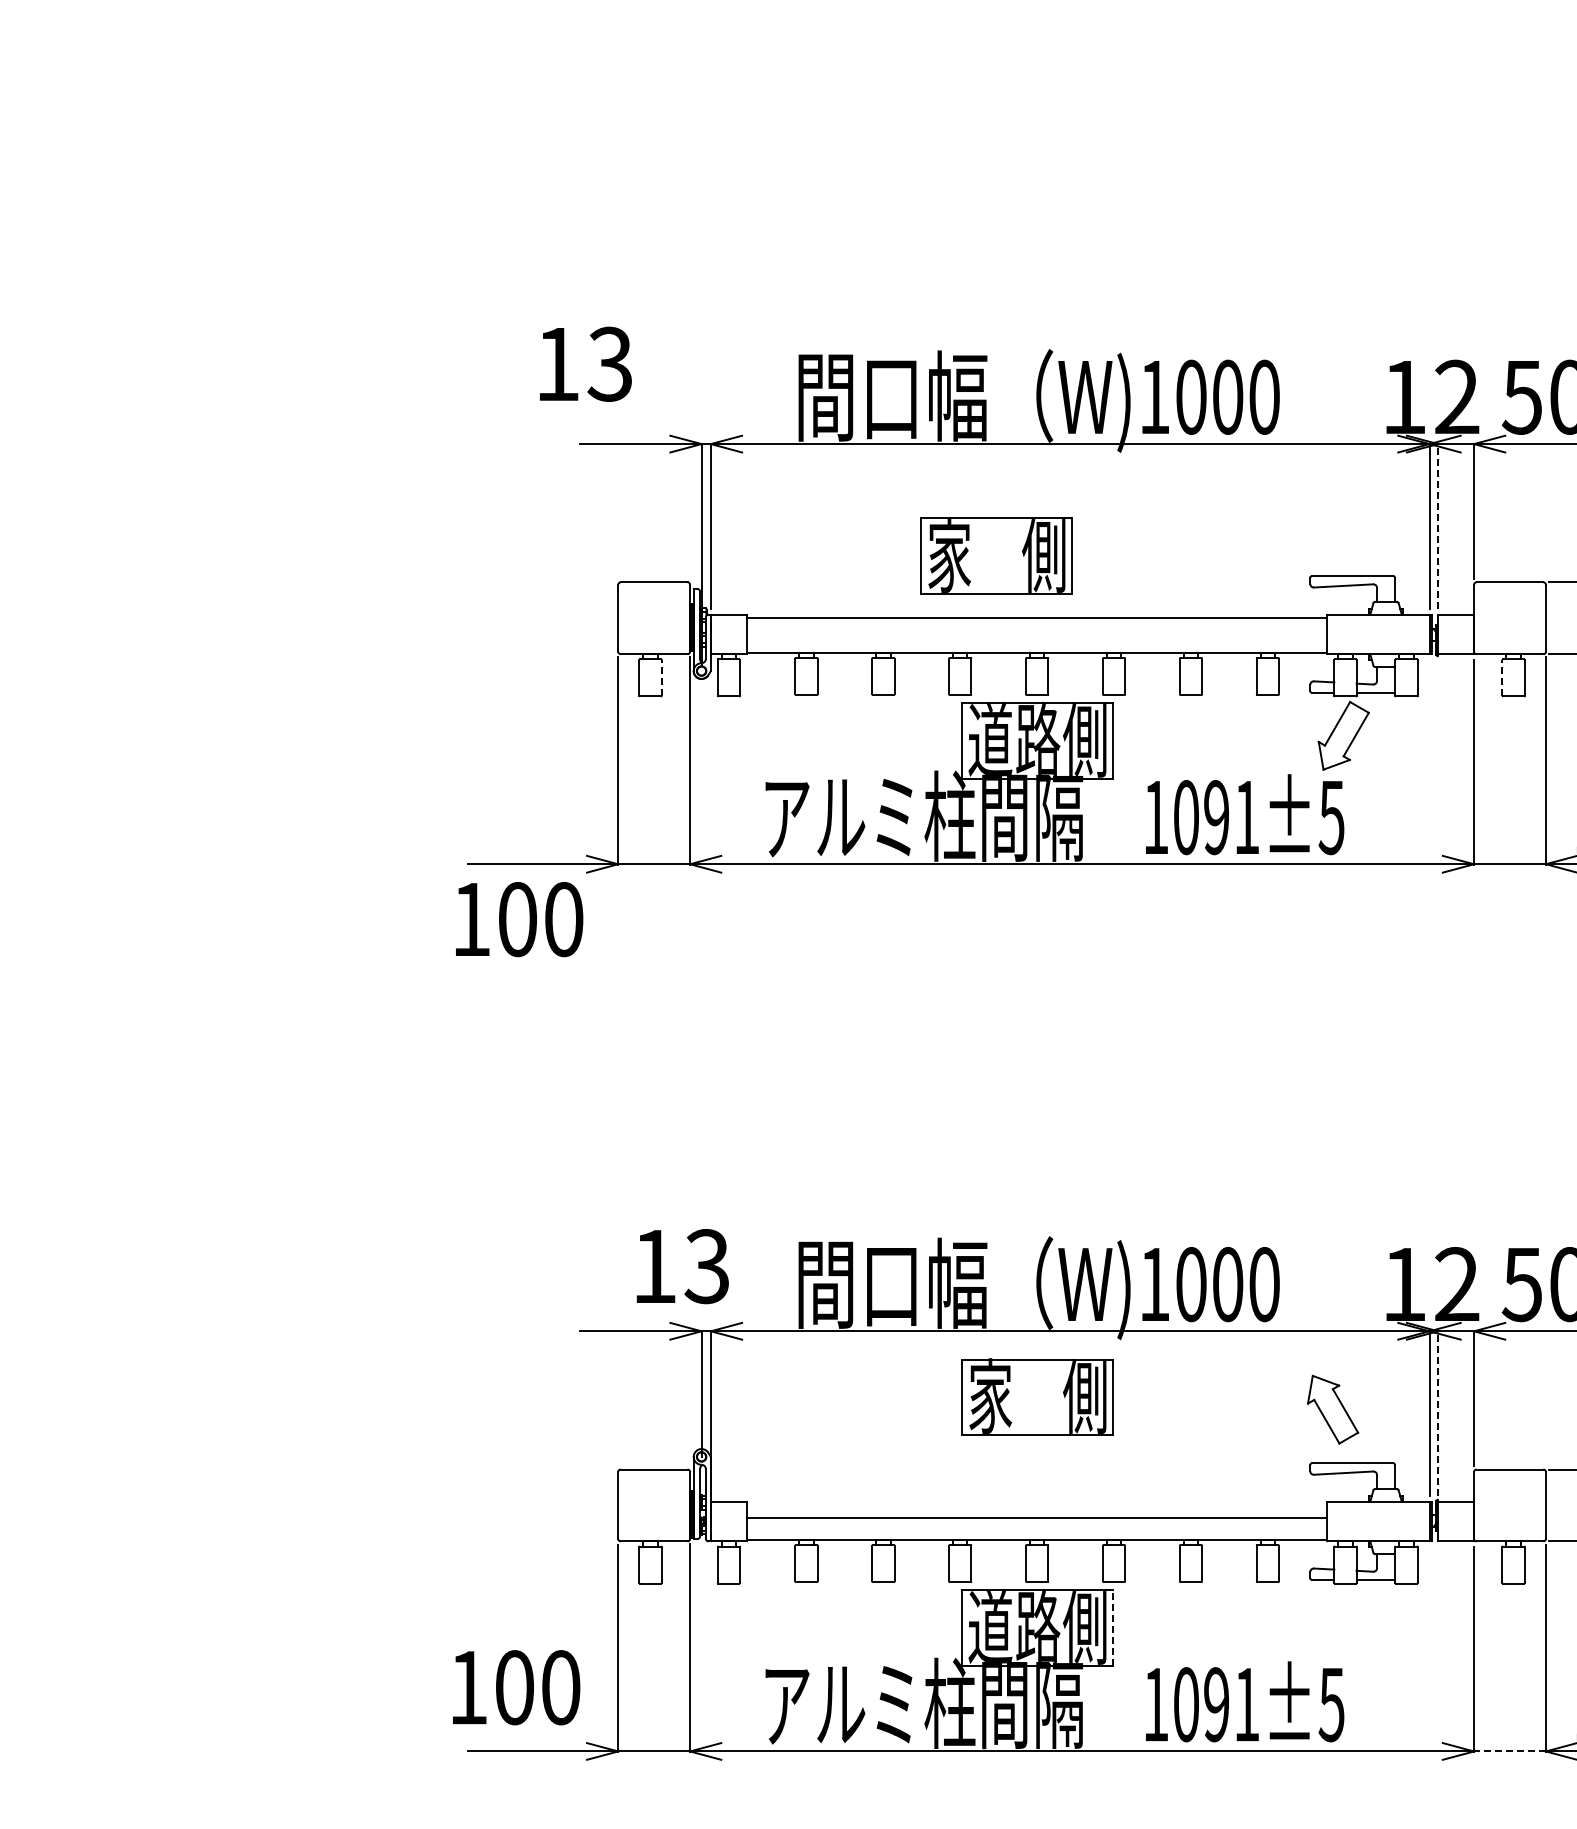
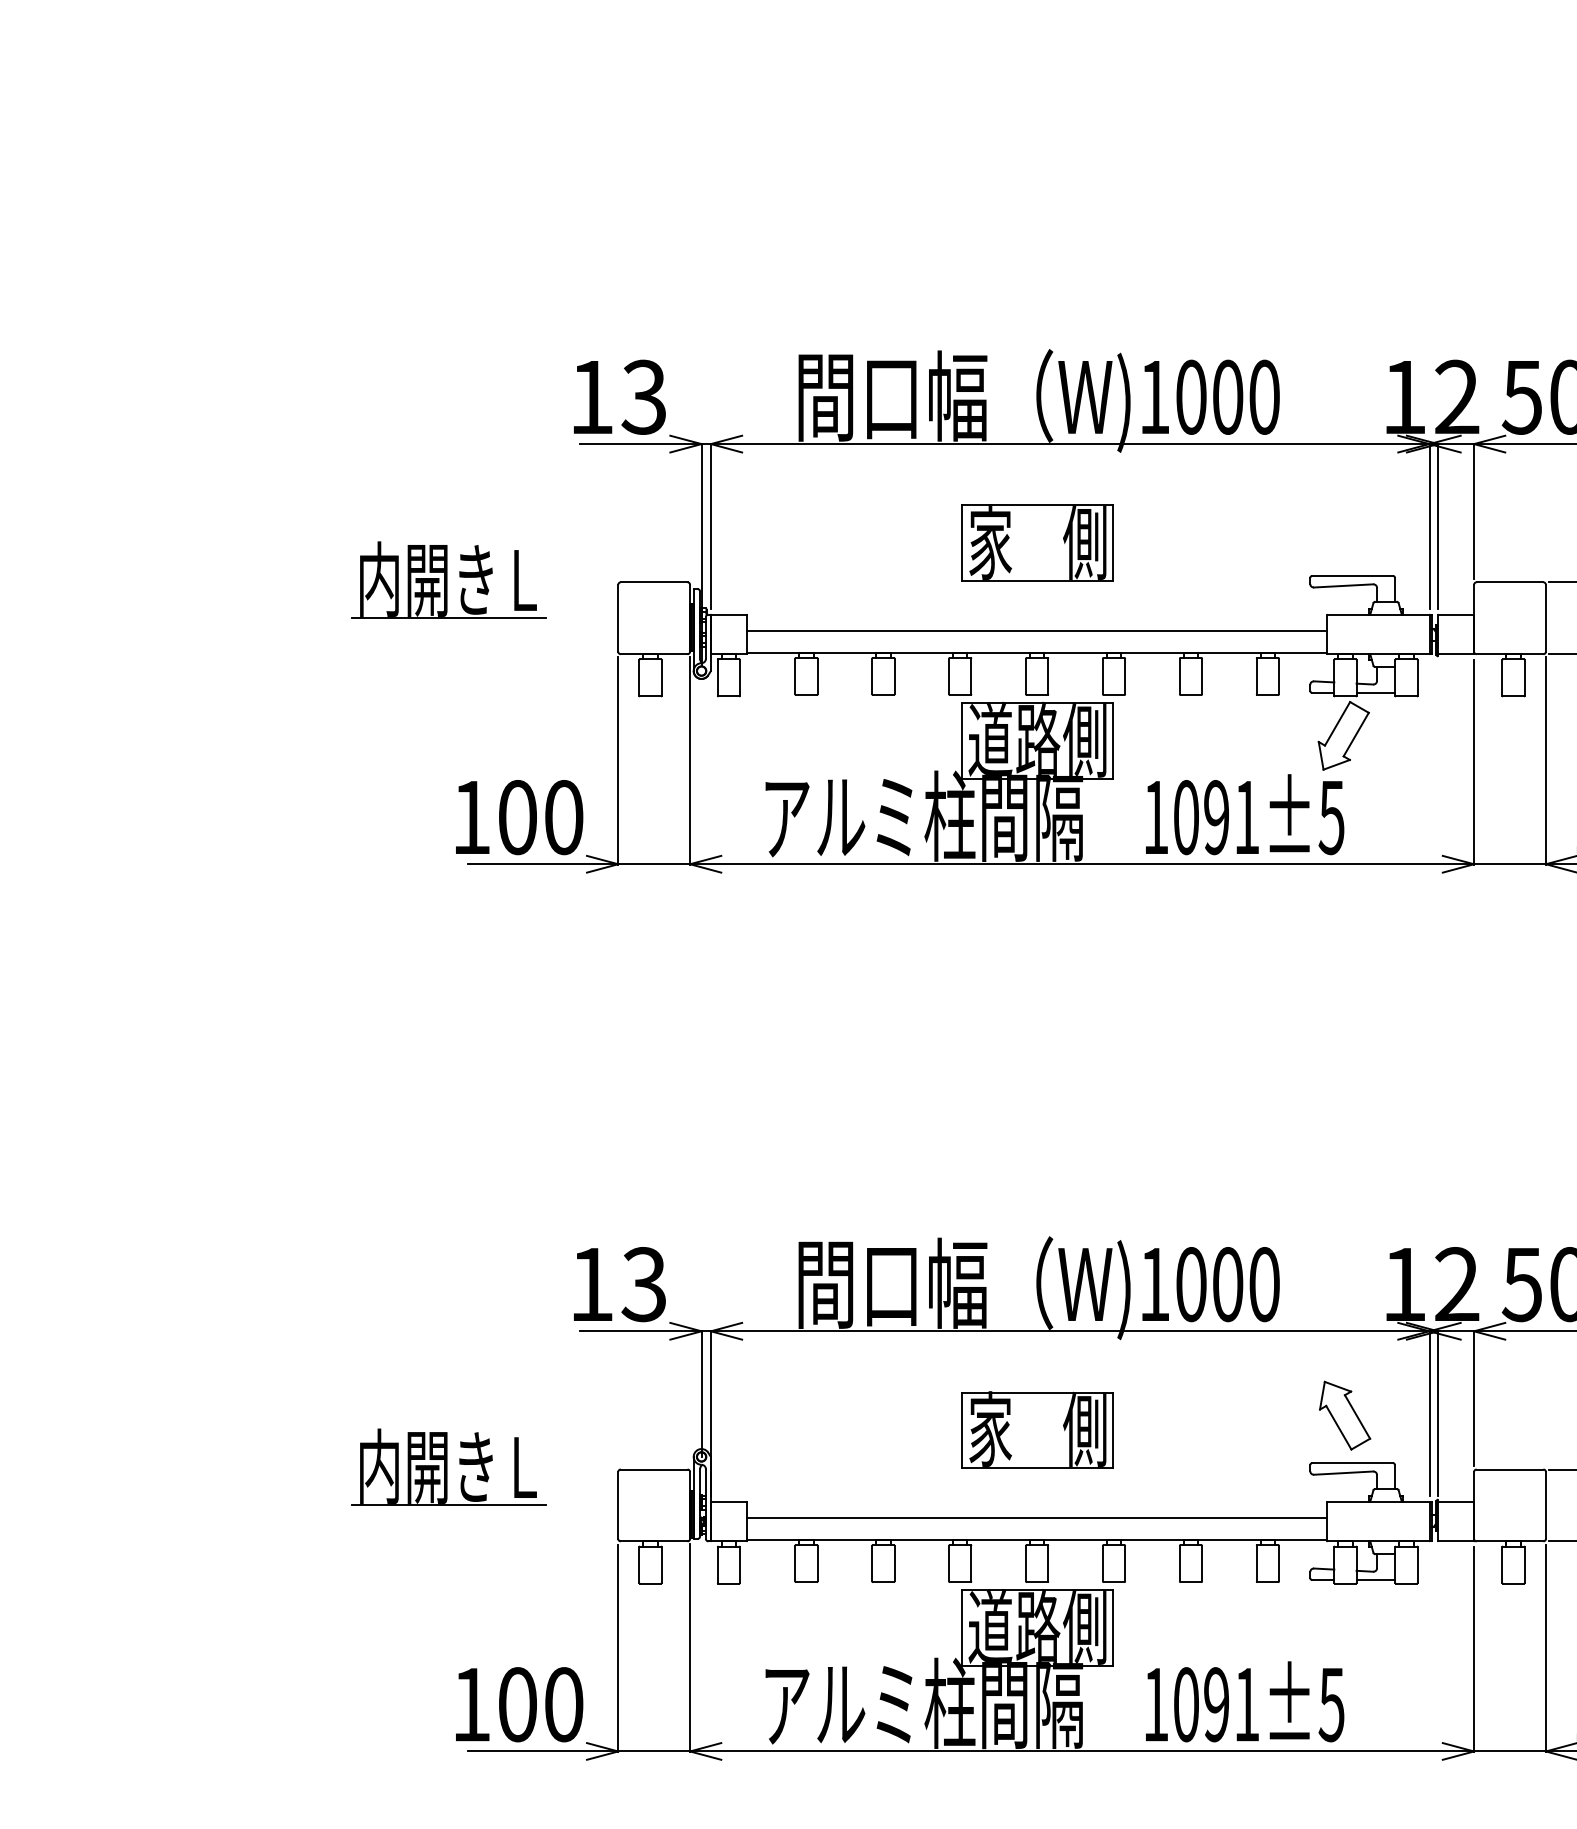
text at (585, 363) position: (585, 363) -> (619, 396)
line at (1438, 526): dashed -> solid
part at (996, 555) position: (996, 555) -> (1037, 542)
part at (448, 579): none -> present
line at (1036, 618) position: (1036, 618) -> (1036, 631)
line at (661, 677): dashed -> solid
line at (1502, 677): dashed -> solid
text at (519, 919) position: (519, 919) -> (519, 817)
text at (682, 1266) position: (682, 1266) -> (619, 1284)
part at (1037, 1396) position: (1037, 1396) -> (1037, 1429)
part at (1333, 1409) position: (1333, 1409) -> (1345, 1415)
line at (1438, 1413): dashed -> solid
part at (448, 1466): none -> present
line at (1112, 1627): dashed -> solid
text at (516, 1687) position: (516, 1687) -> (519, 1704)
line at (1510, 1751): dashed -> solid
